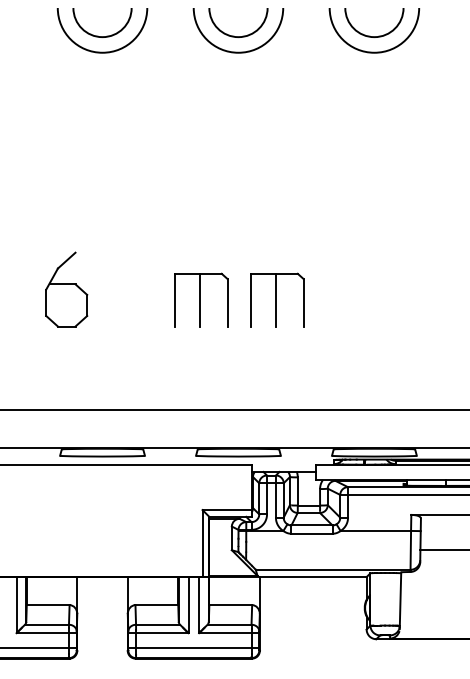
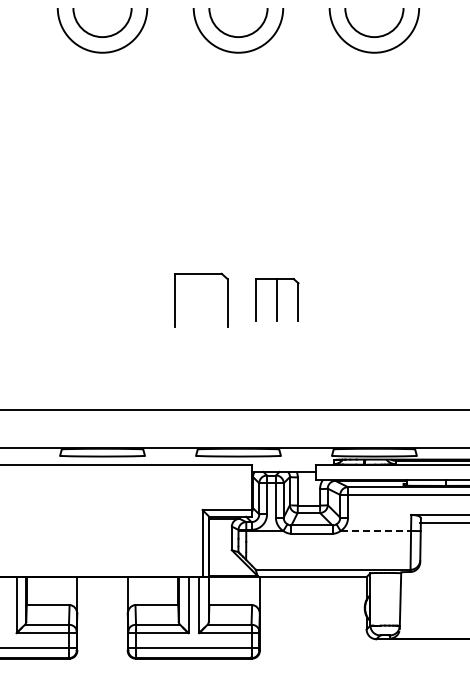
part at (66, 289): present -> none
line at (200, 299): present -> none
part at (277, 299) size: 55x56 px -> 45x44 px
line at (376, 530): solid -> dashed
line at (443, 549) position: (443, 549) -> (443, 522)
